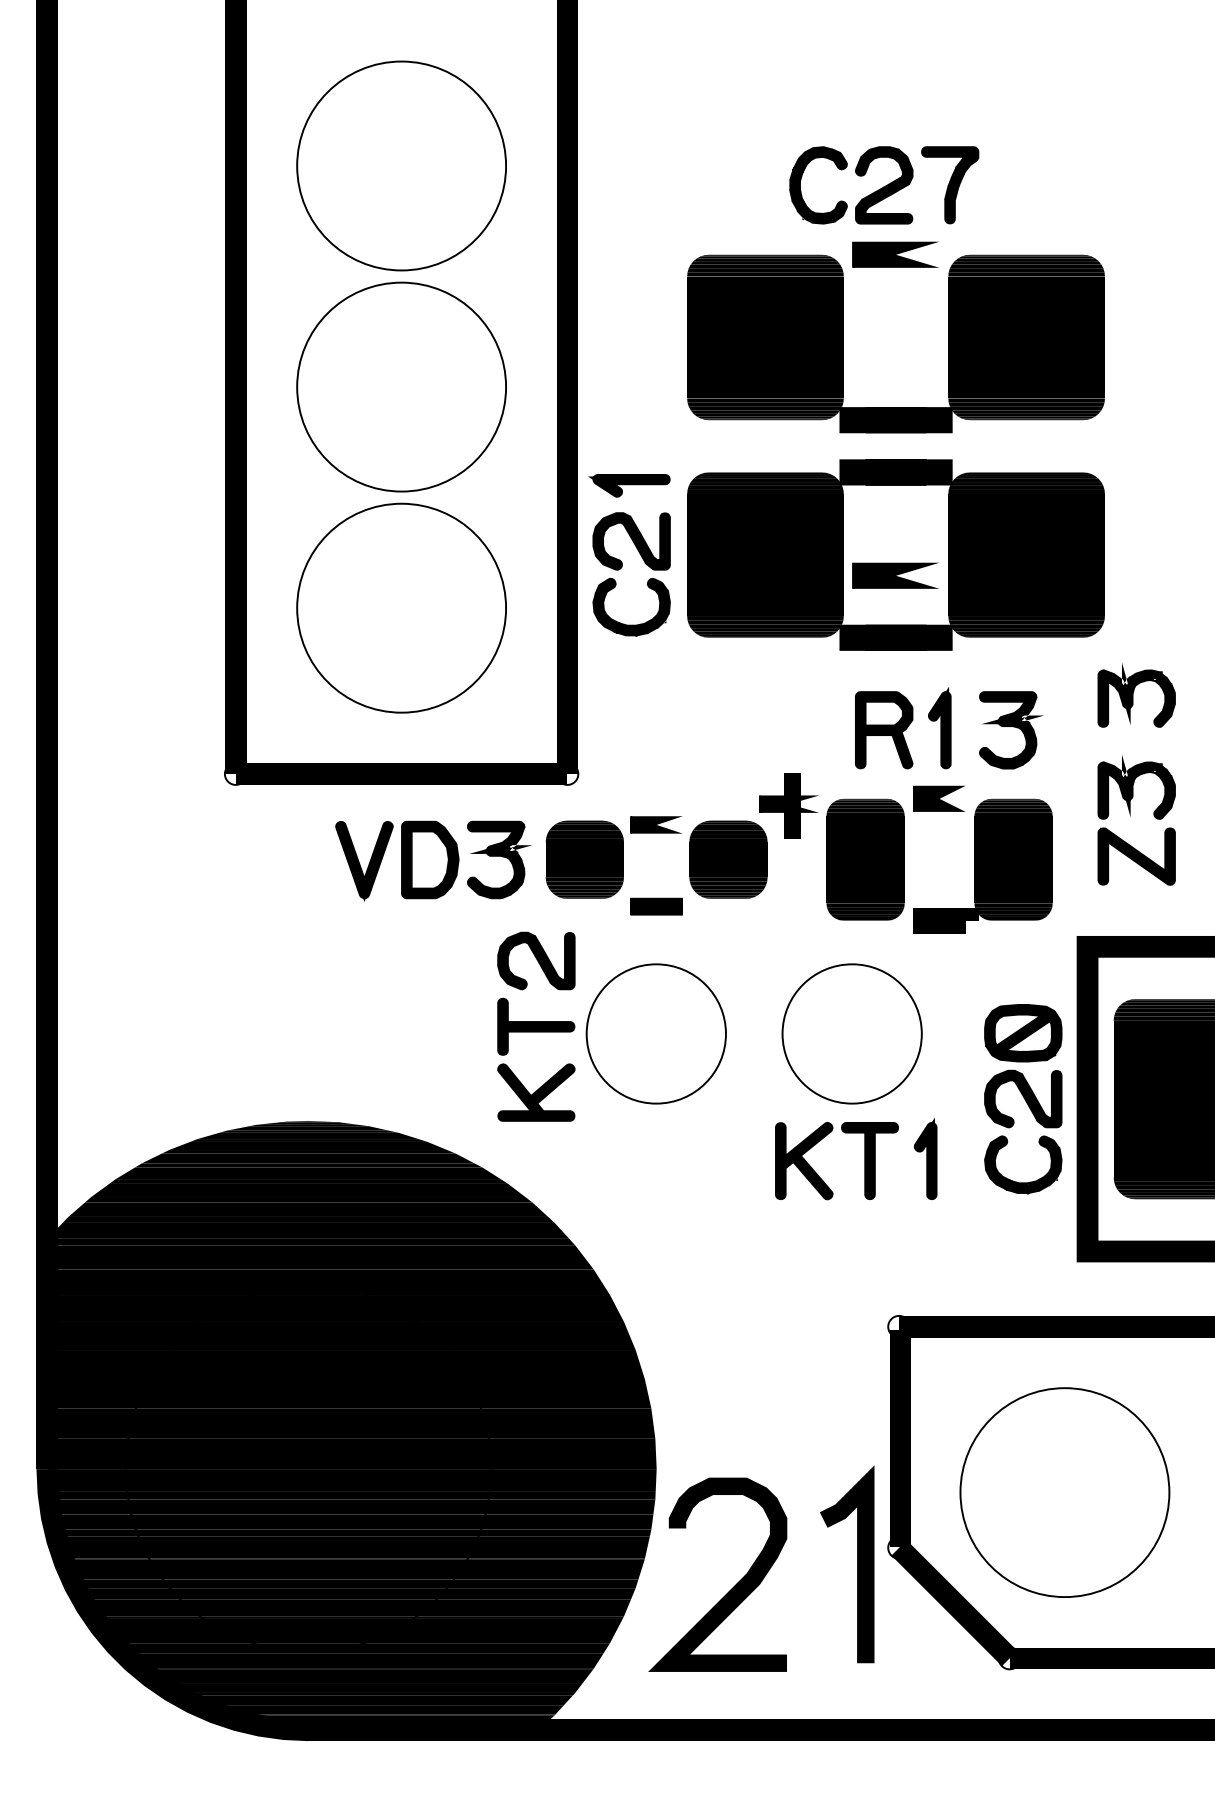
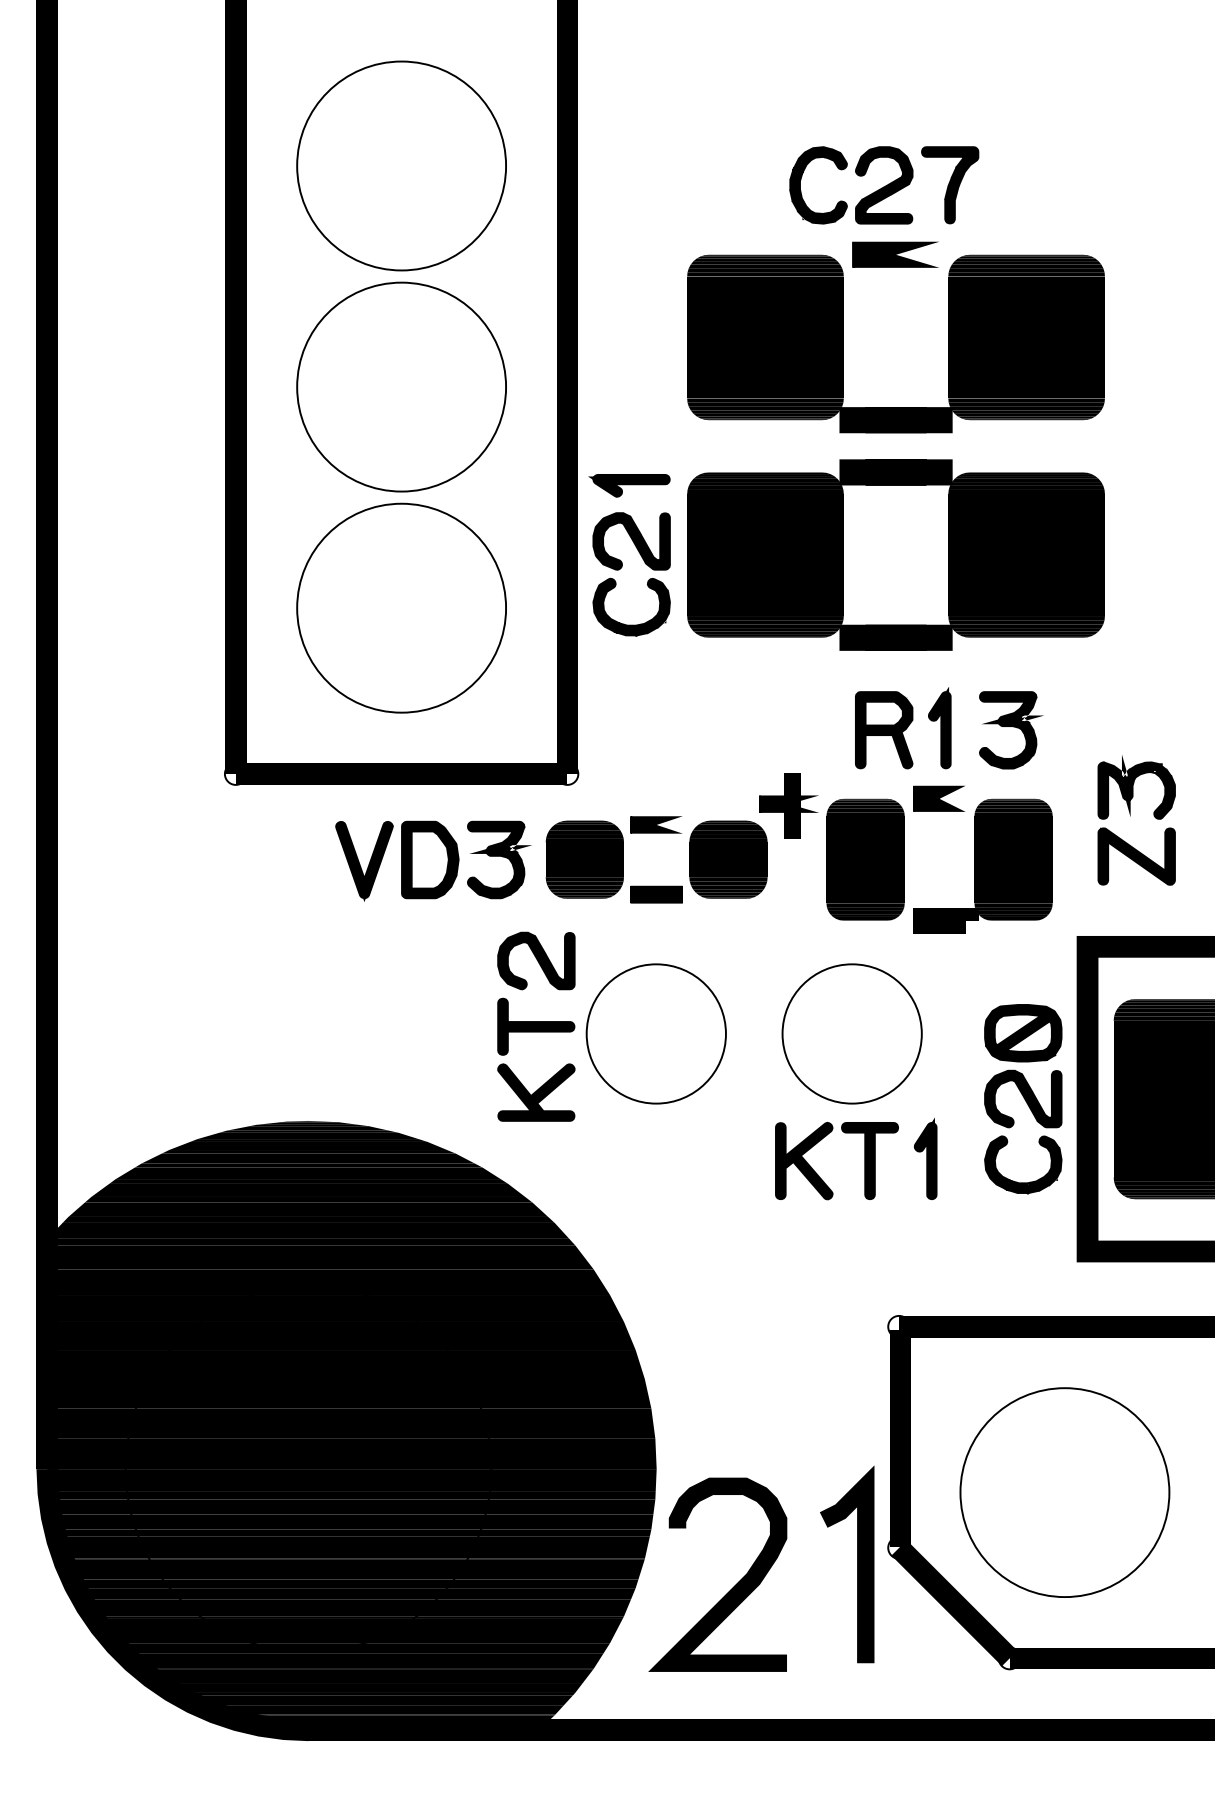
part at (895, 575): present -> none
part at (1136, 695): present -> none
part at (656, 906) position: (656, 906) -> (656, 894)
